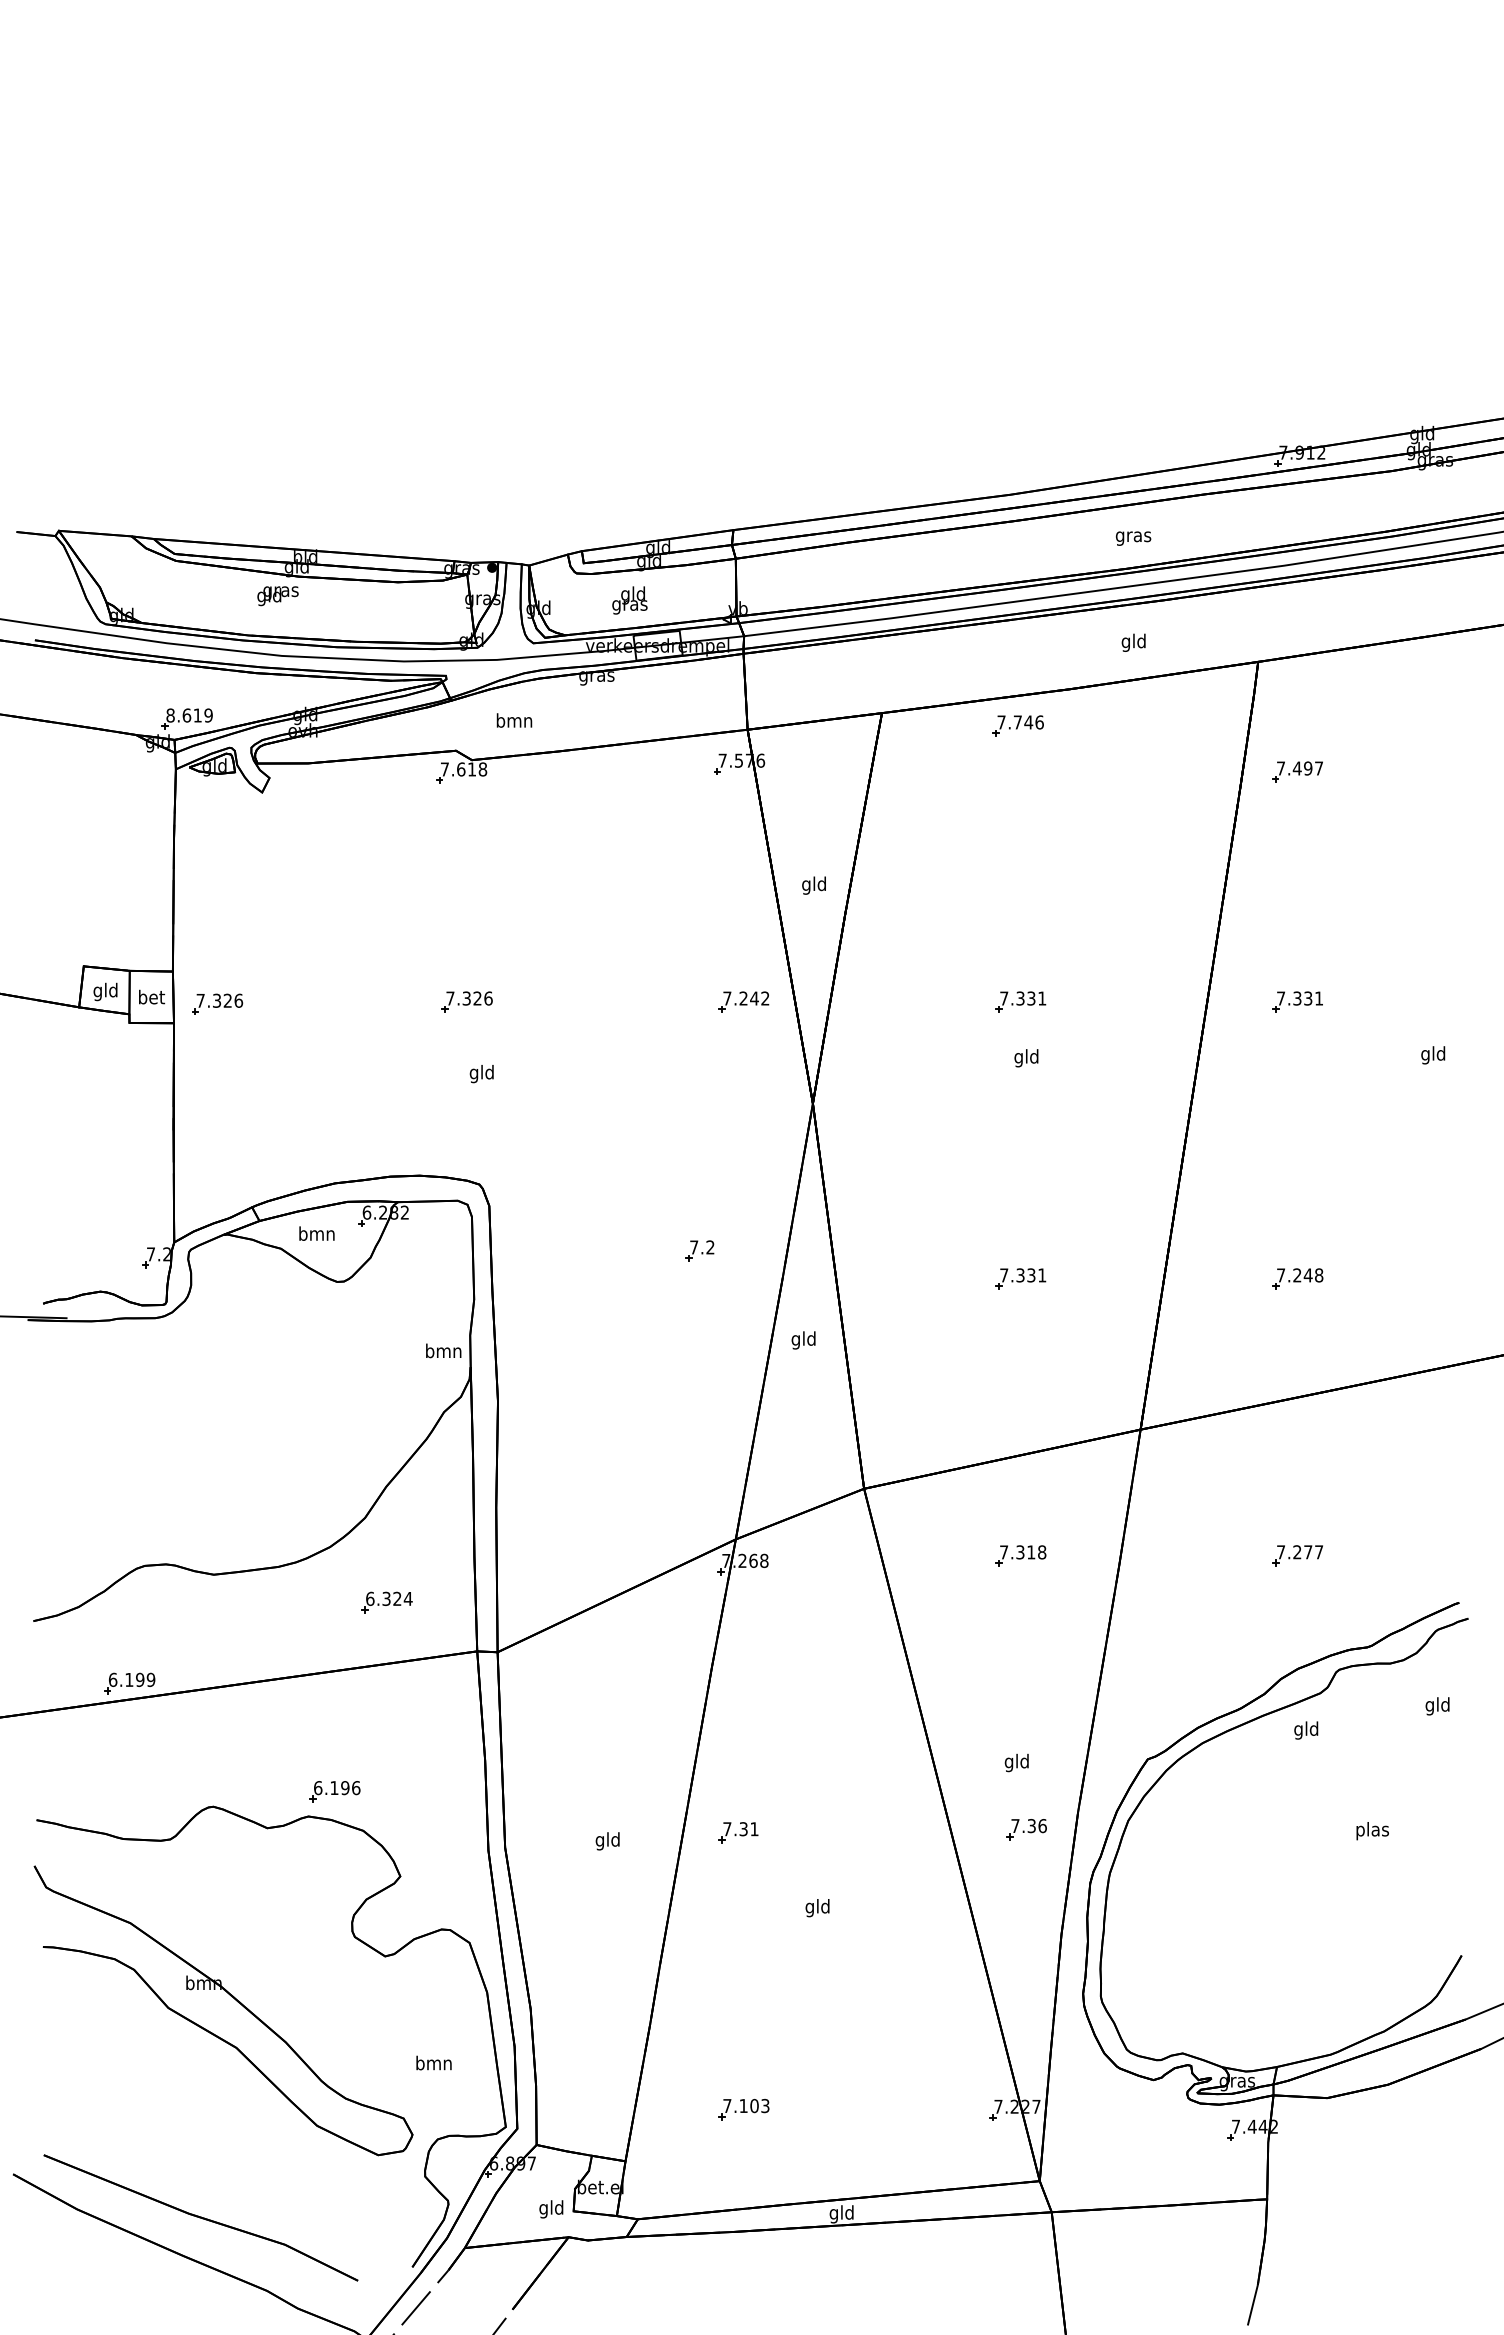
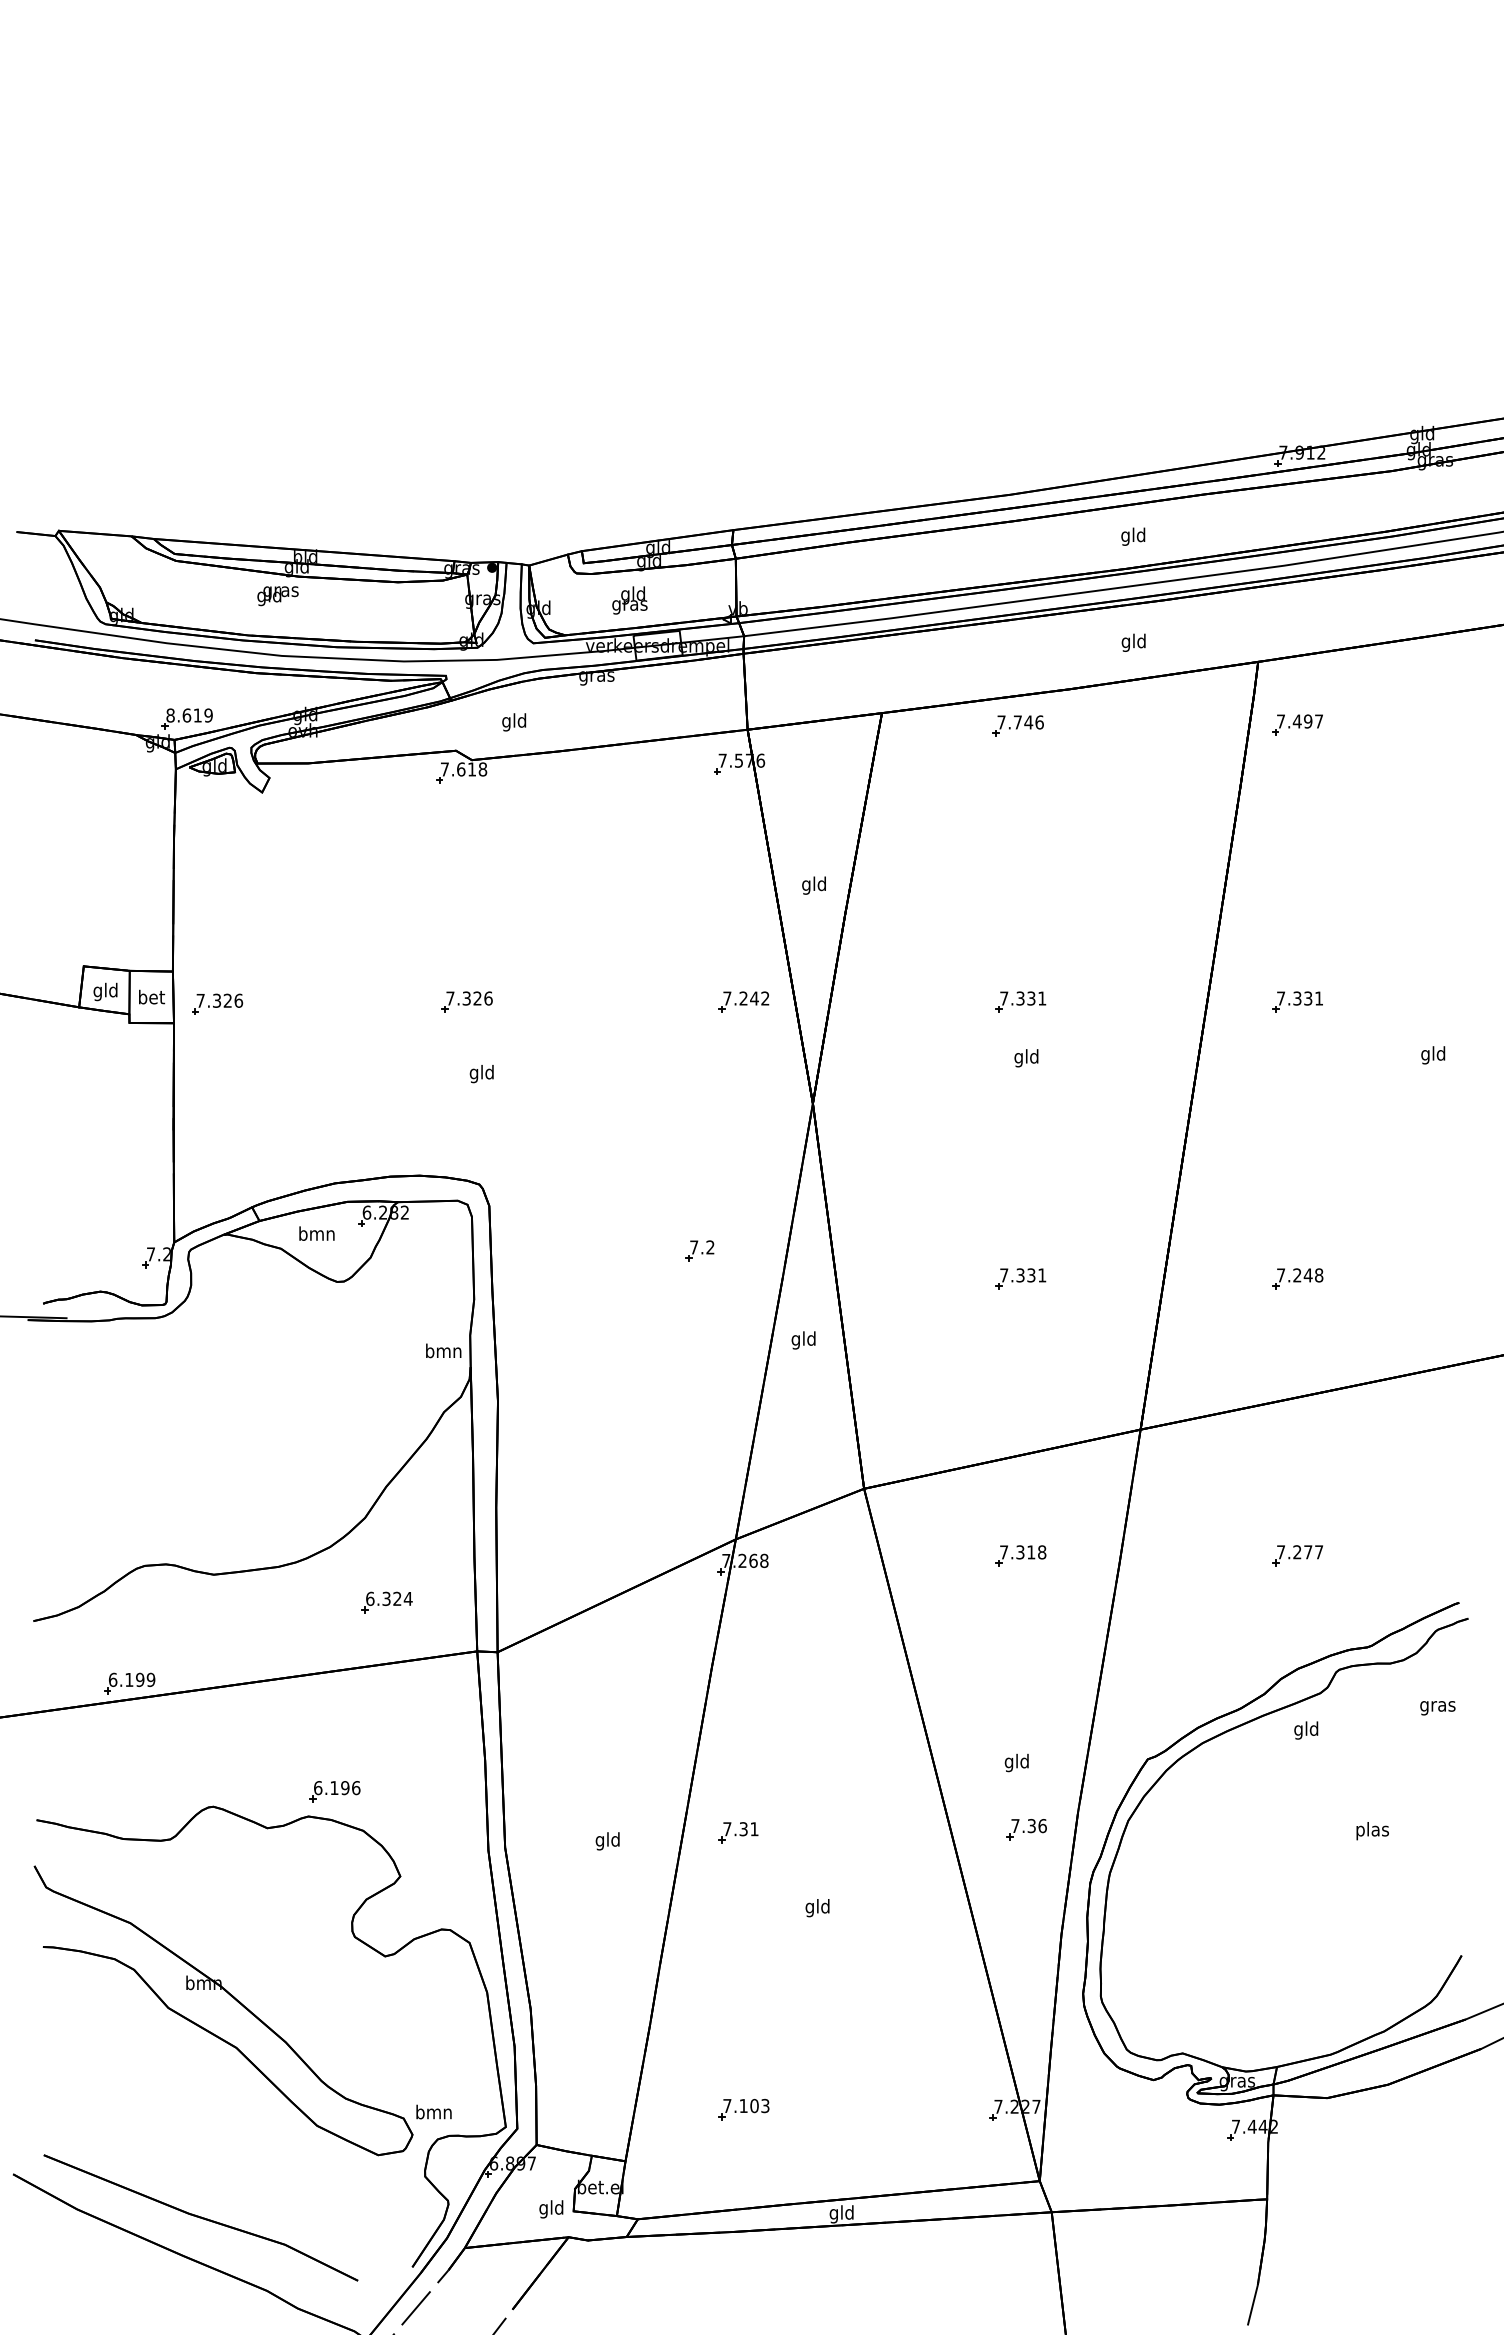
text at (1133, 536): gras -> gld
text at (514, 722): bmn -> gld
part at (1297, 771) position: (1297, 771) -> (1297, 724)
text at (1437, 1706): gld -> gras
text at (433, 2062) position: (433, 2062) -> (433, 2111)
